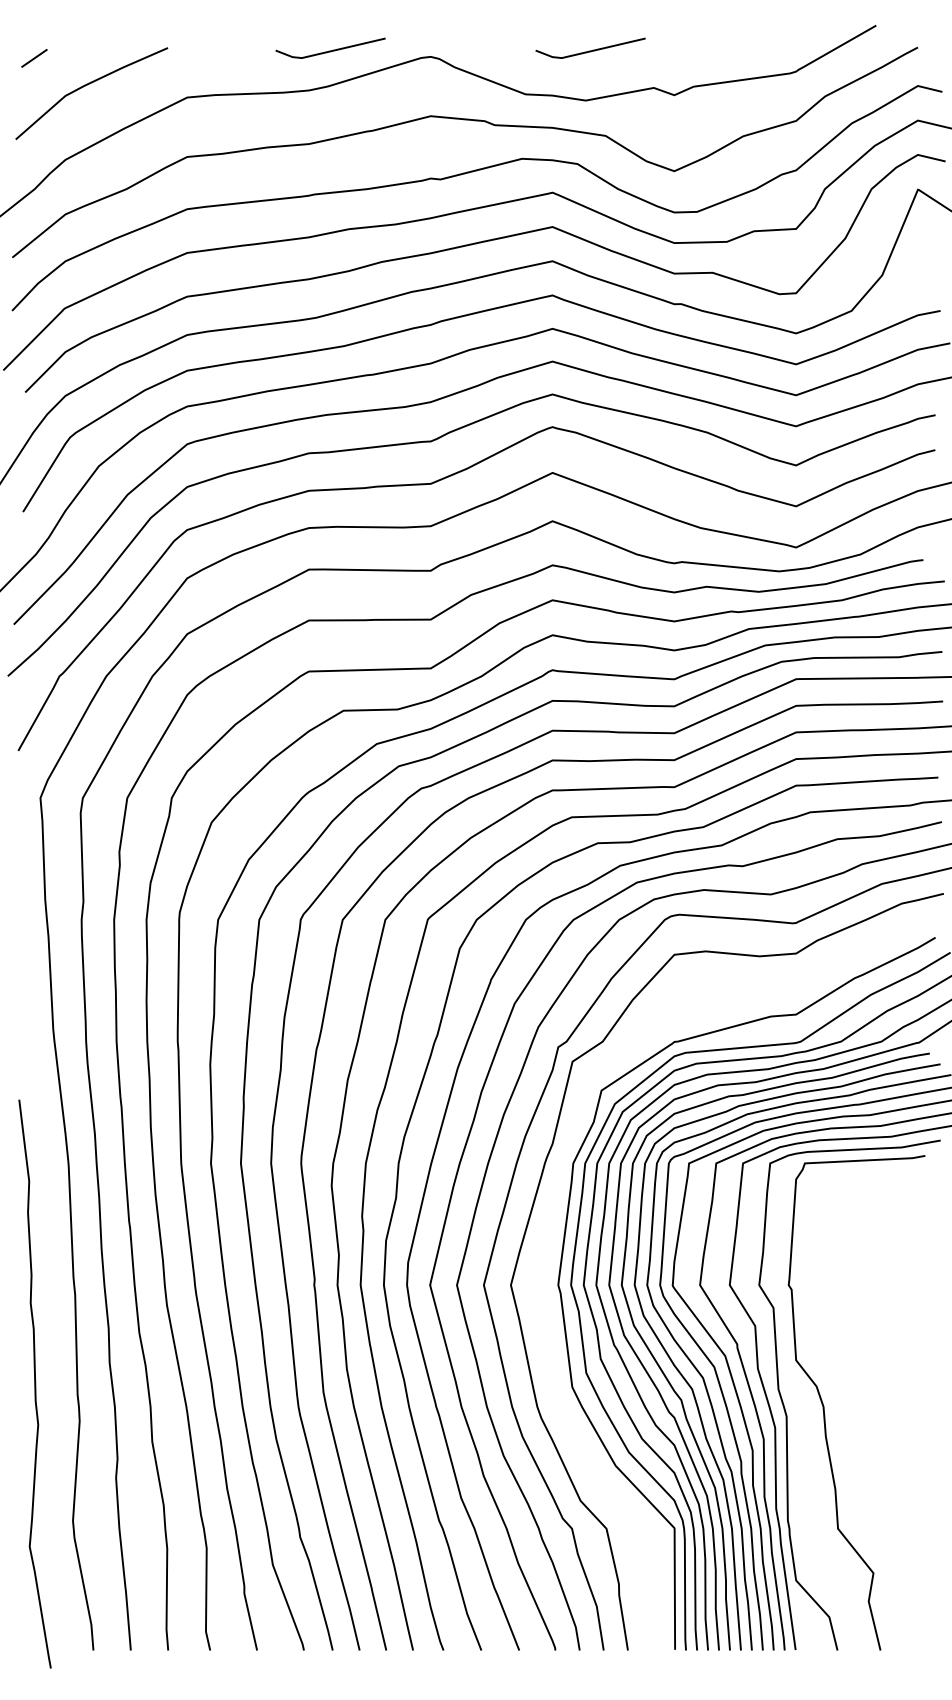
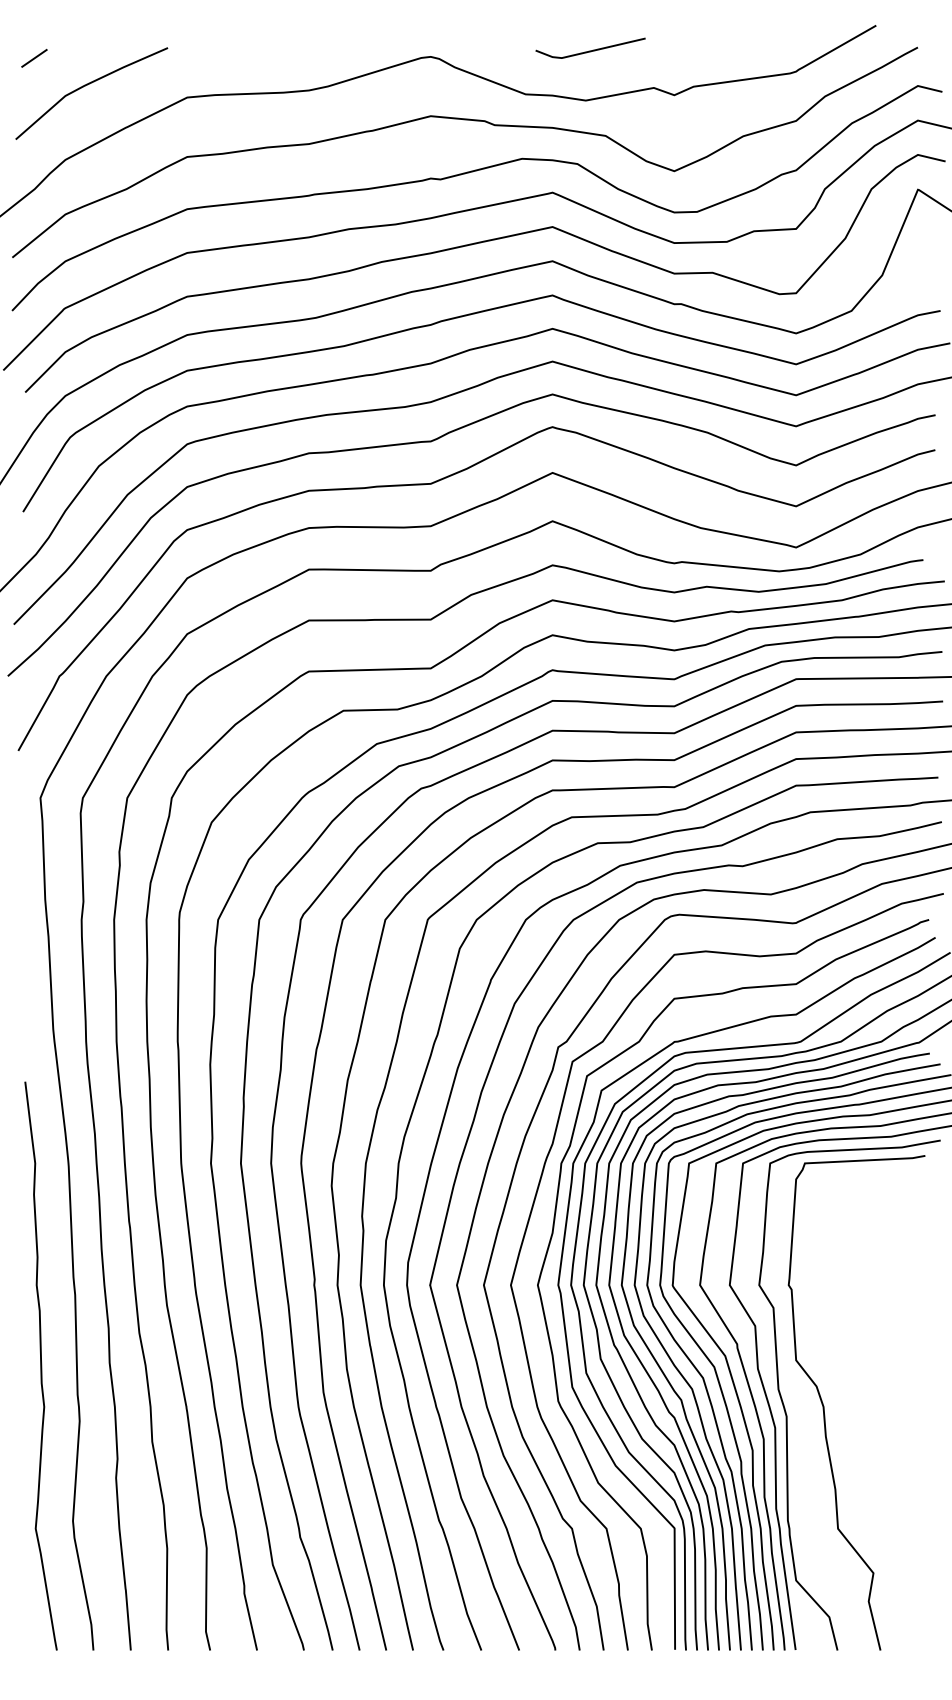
line at (330, 50): present -> none
curve at (553, 1234): none -> present
curve at (34, 1383) position: (34, 1383) -> (40, 1365)
